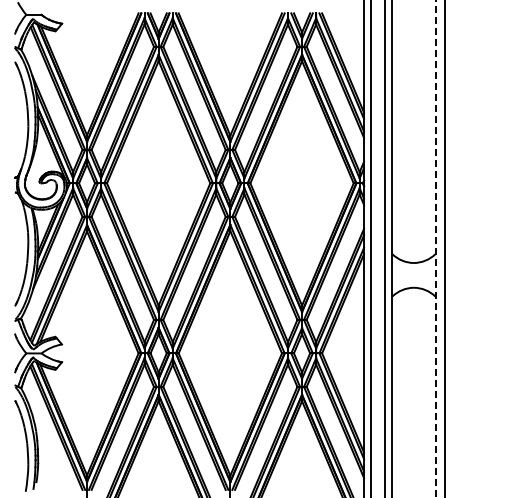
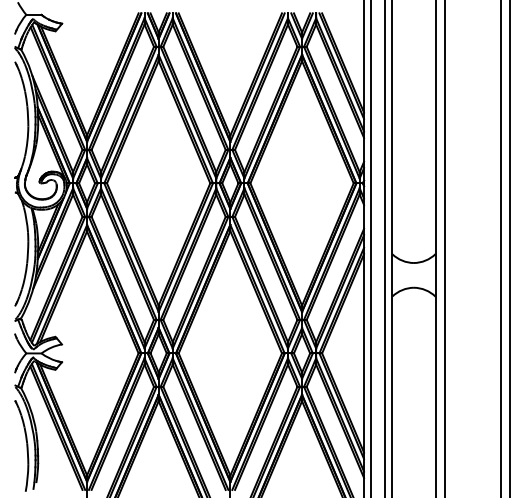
line at (435, 248): dashed -> solid
line at (501, 248): none -> present
line at (509, 248): none -> present
